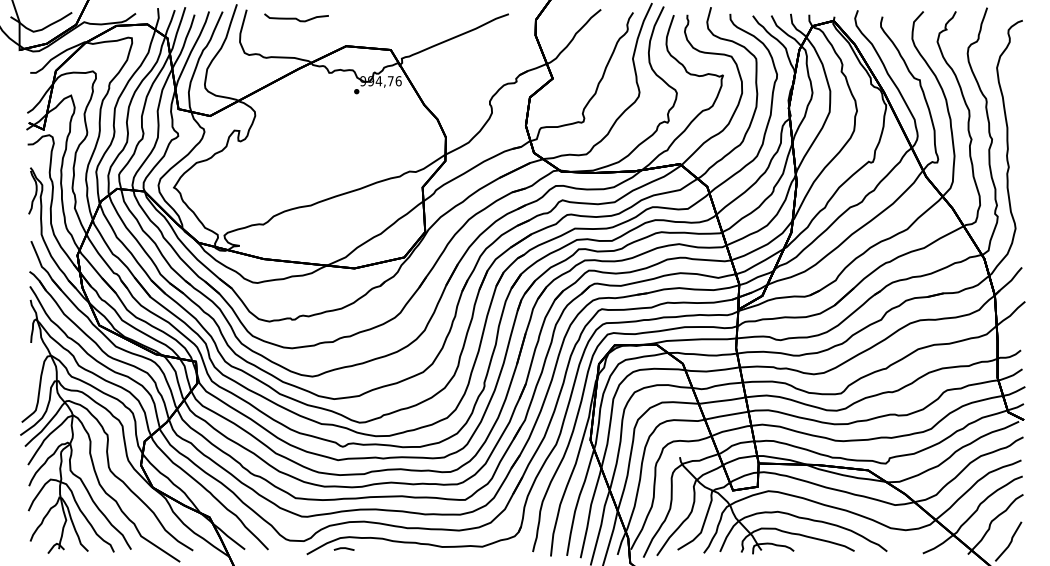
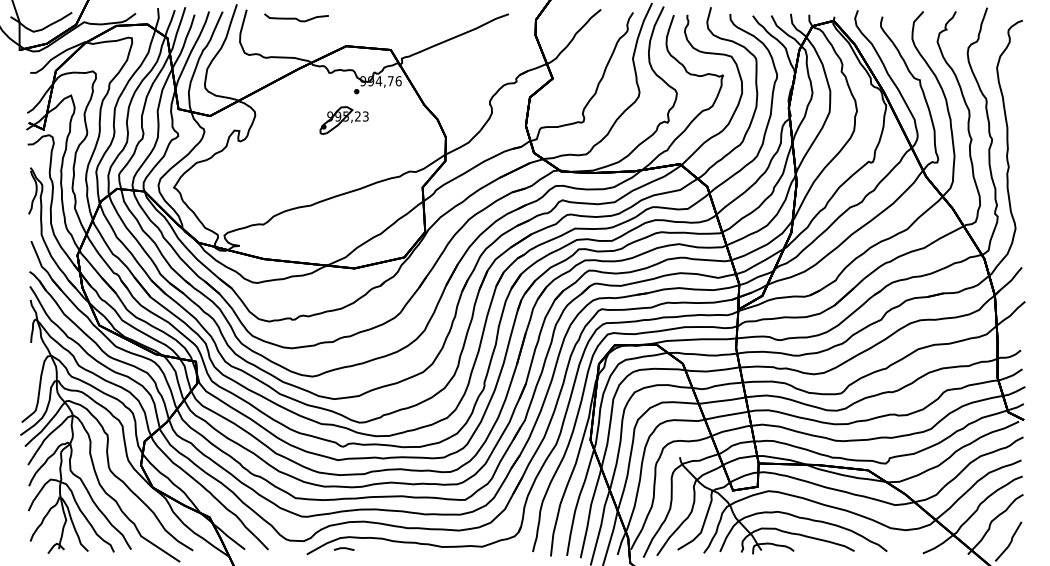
part at (343, 120): none -> present
